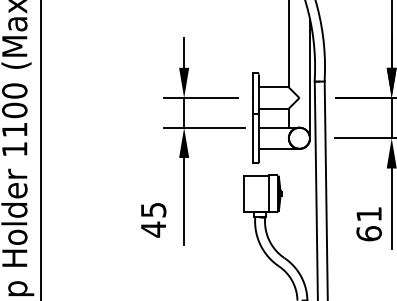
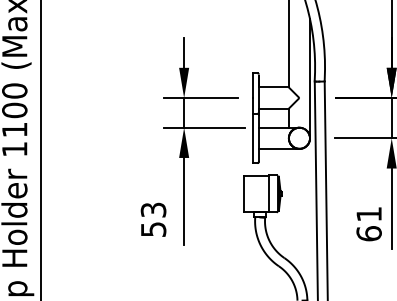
text at (153, 219): 45 -> 53
